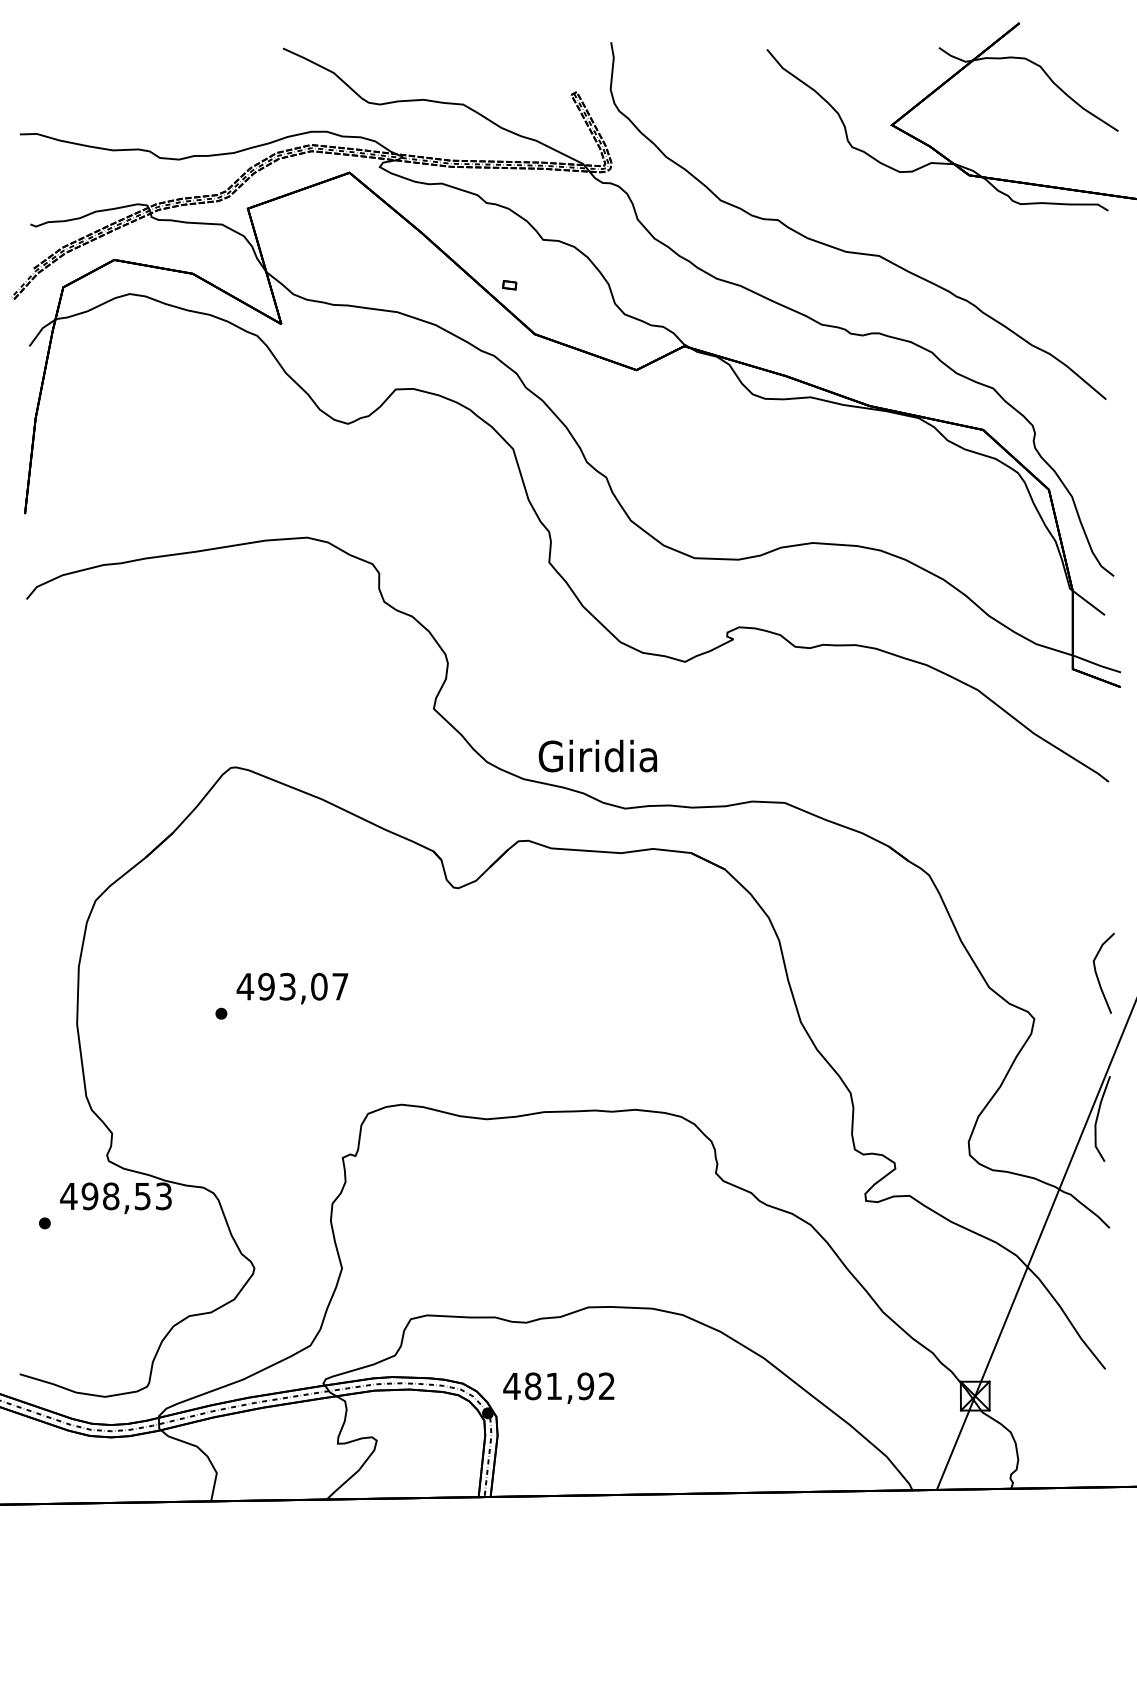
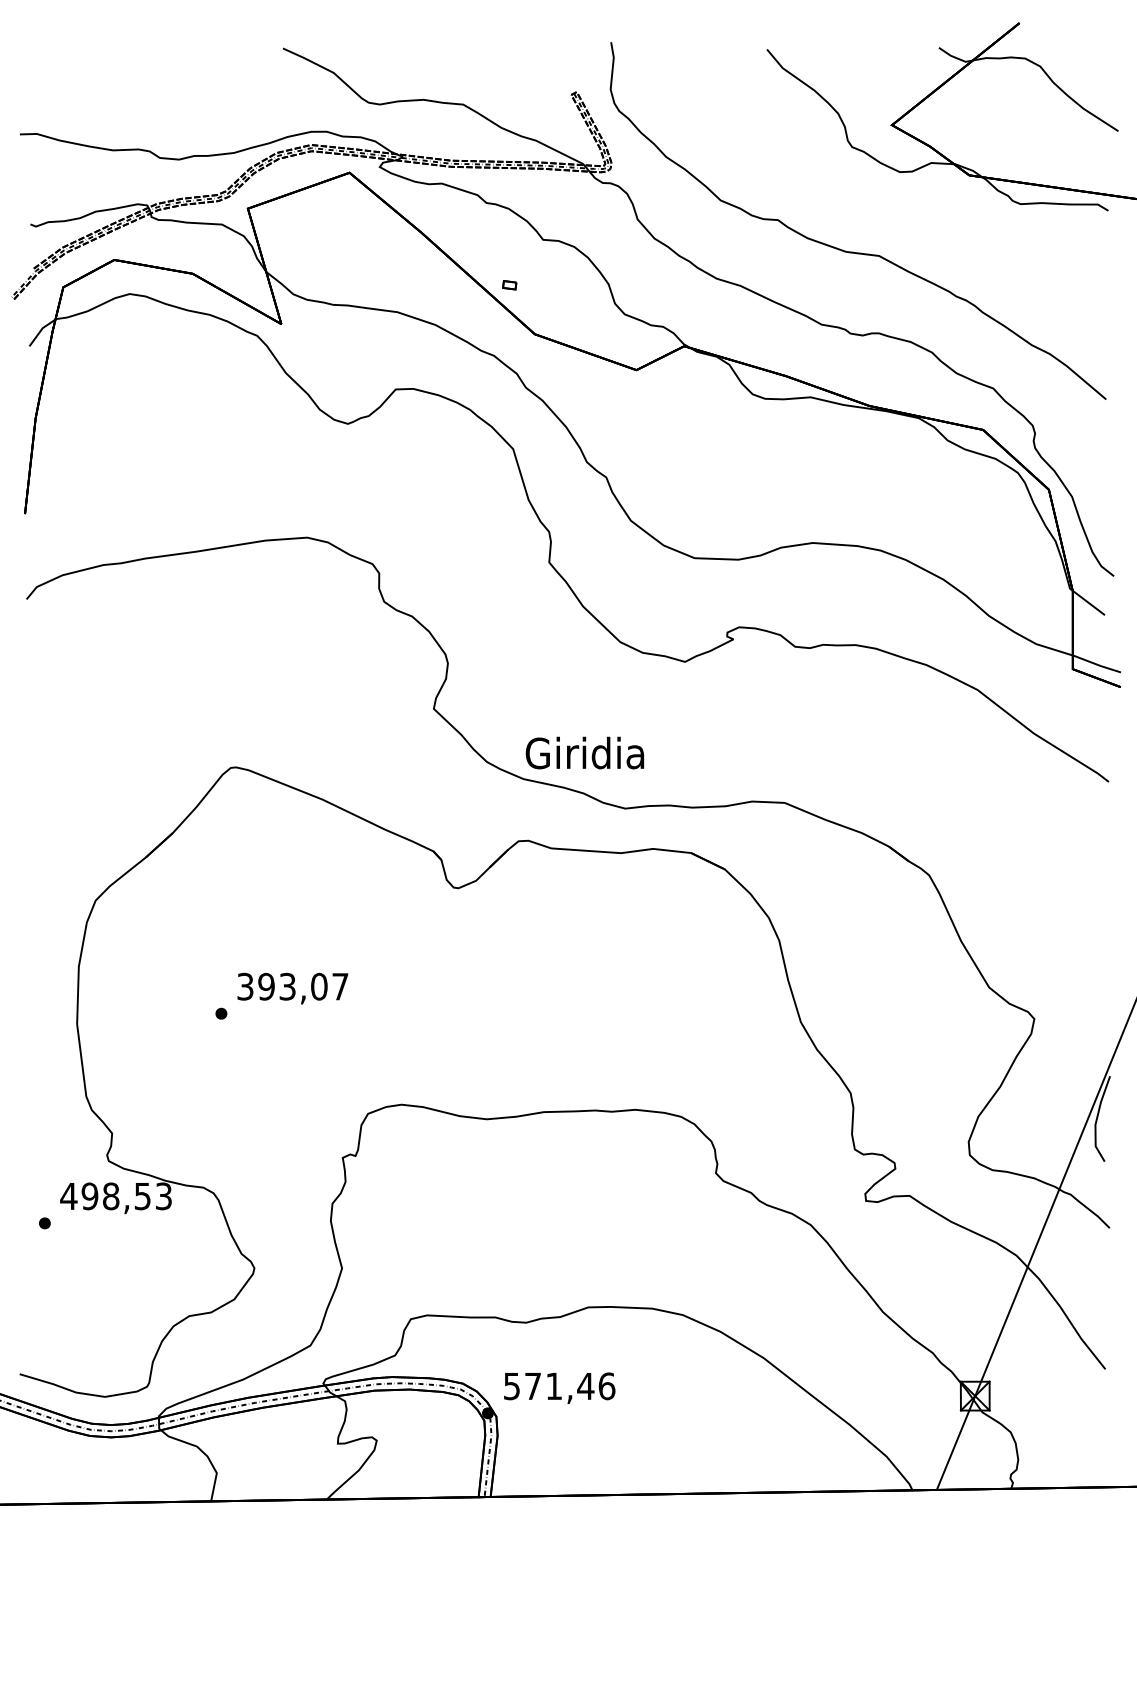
text at (597, 755) position: (597, 755) -> (584, 752)
curve at (1097, 973): present -> none
text at (245, 986): 493,07 -> 393,07
text at (559, 1386): 481,92 -> 571,46
